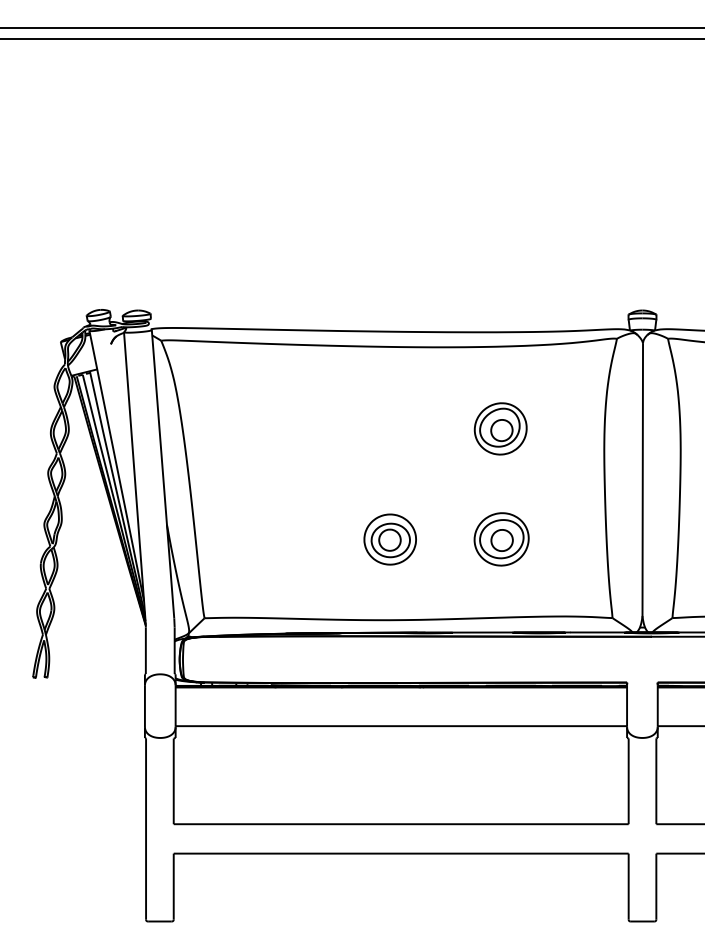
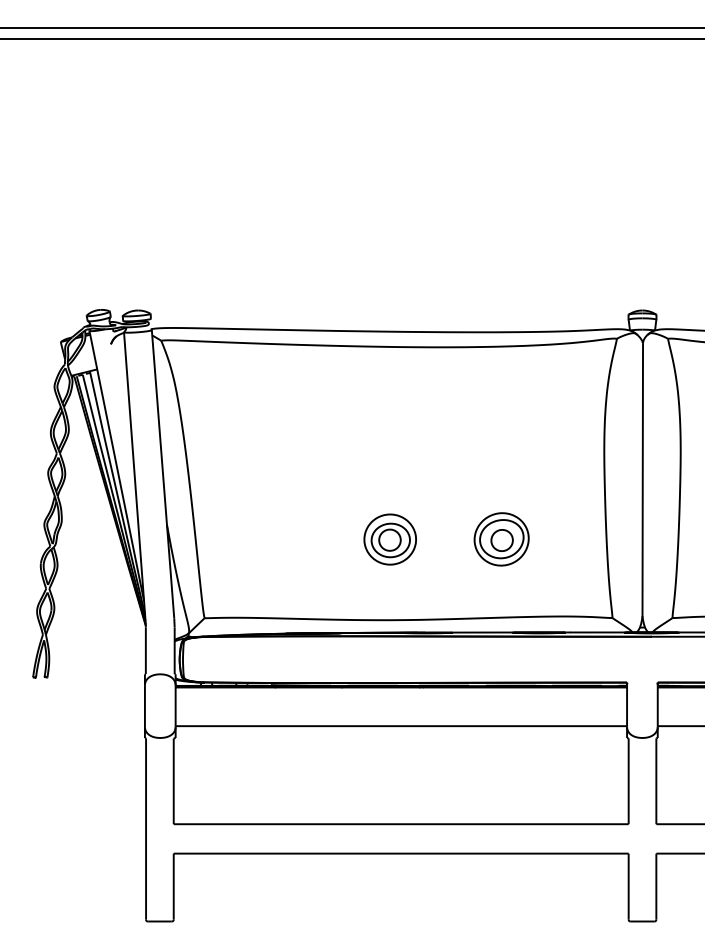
part at (500, 428): present -> none
